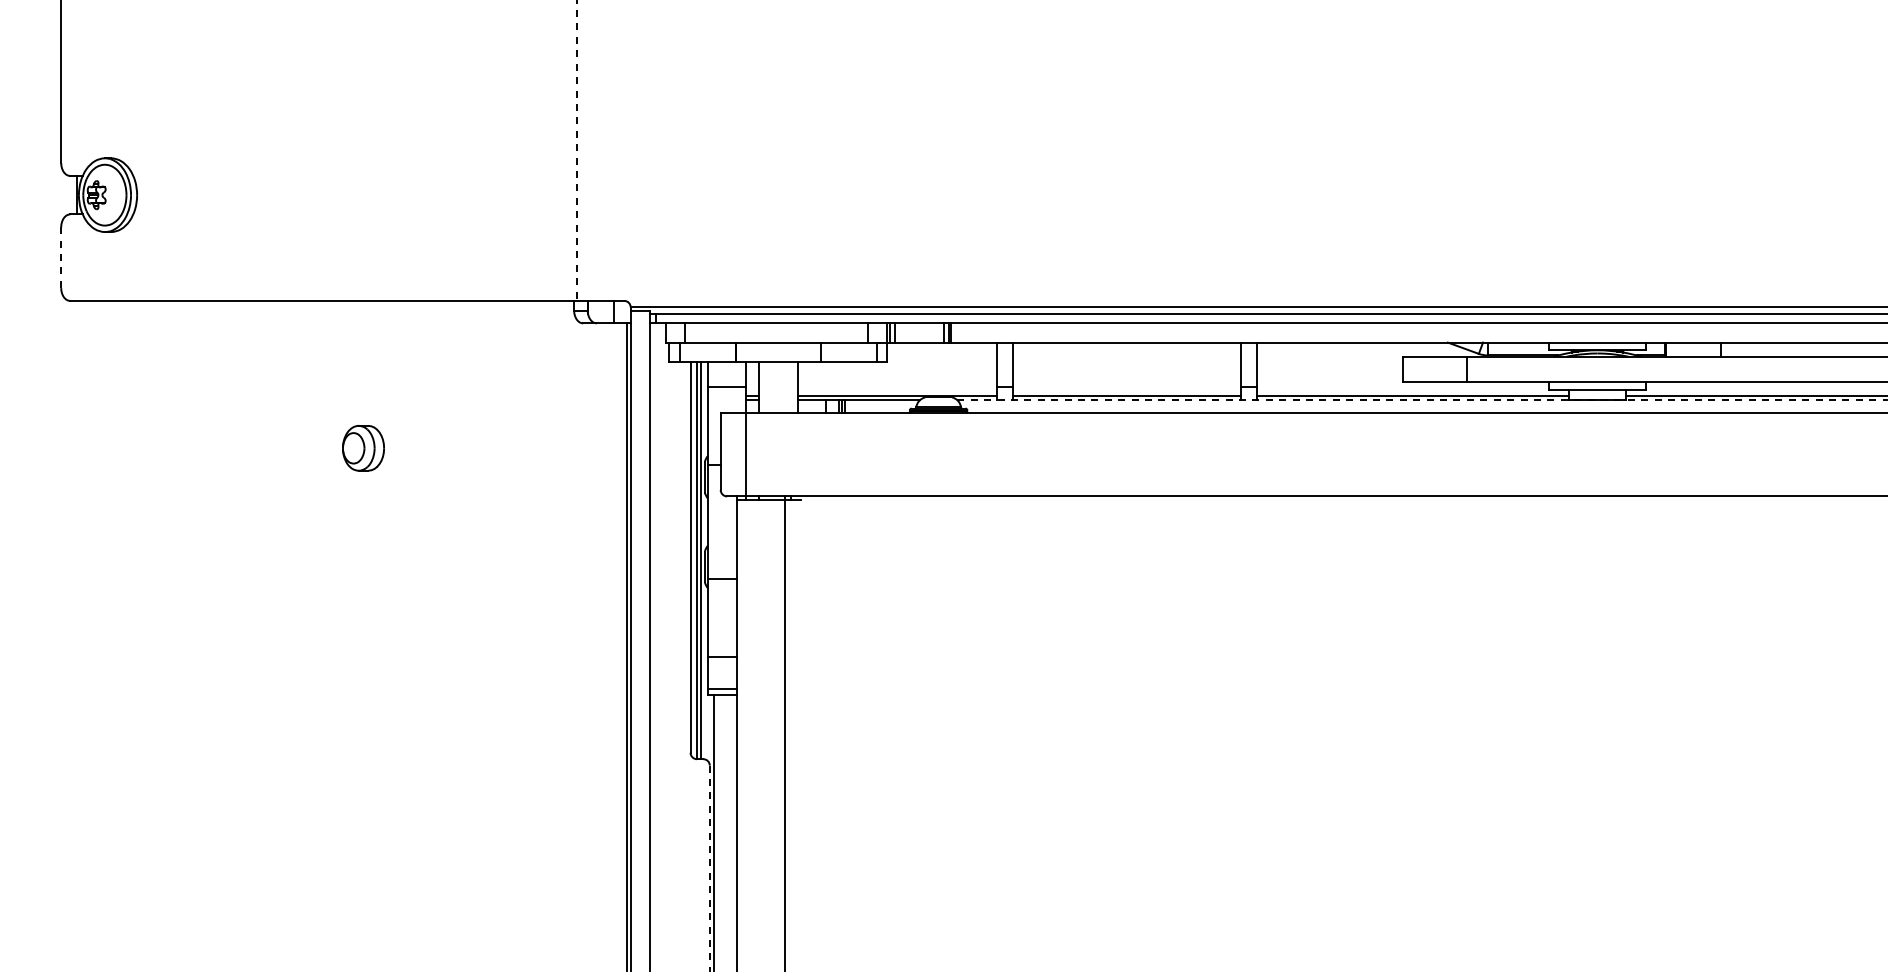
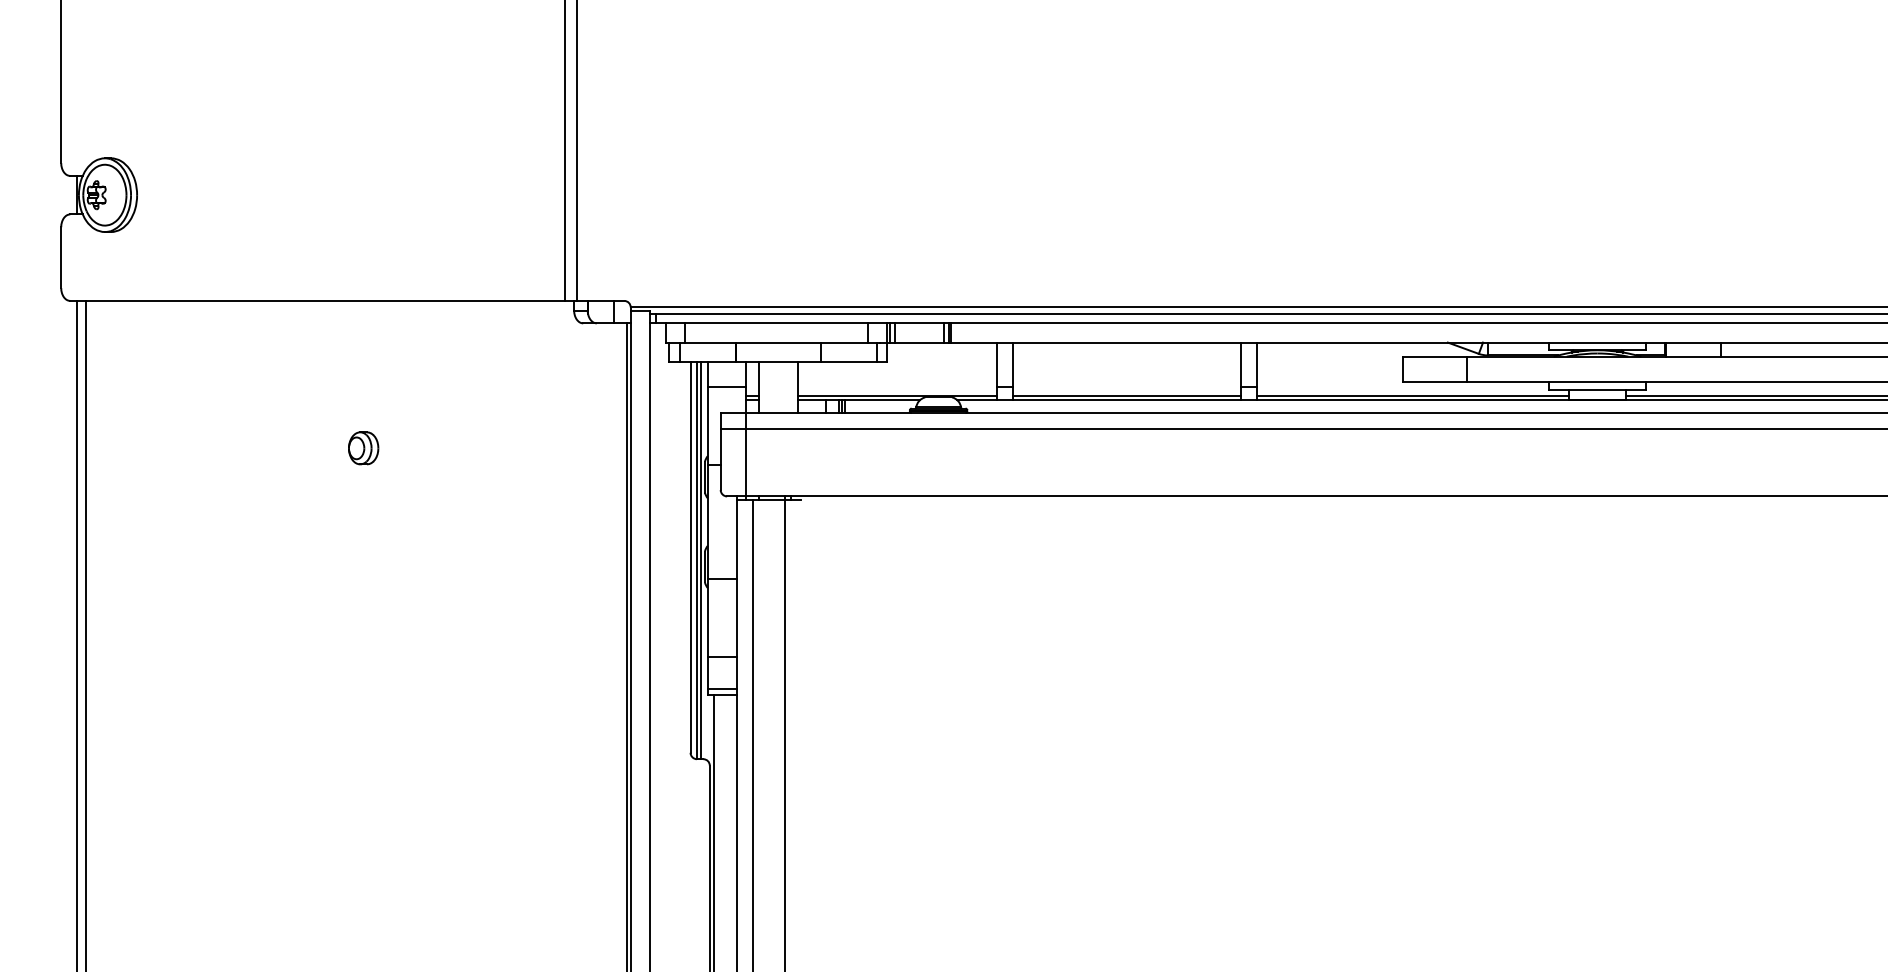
line at (576, 150): dashed -> solid
line at (565, 151): none -> present
line at (61, 258): dashed -> solid
line at (1423, 400): dashed -> solid
line at (1302, 429): none -> present
part at (363, 448) size: 43x47 px -> 32x35 px
line at (76, 634): none -> present
line at (86, 634): none -> present
line at (752, 733): none -> present
line at (709, 868): dashed -> solid
